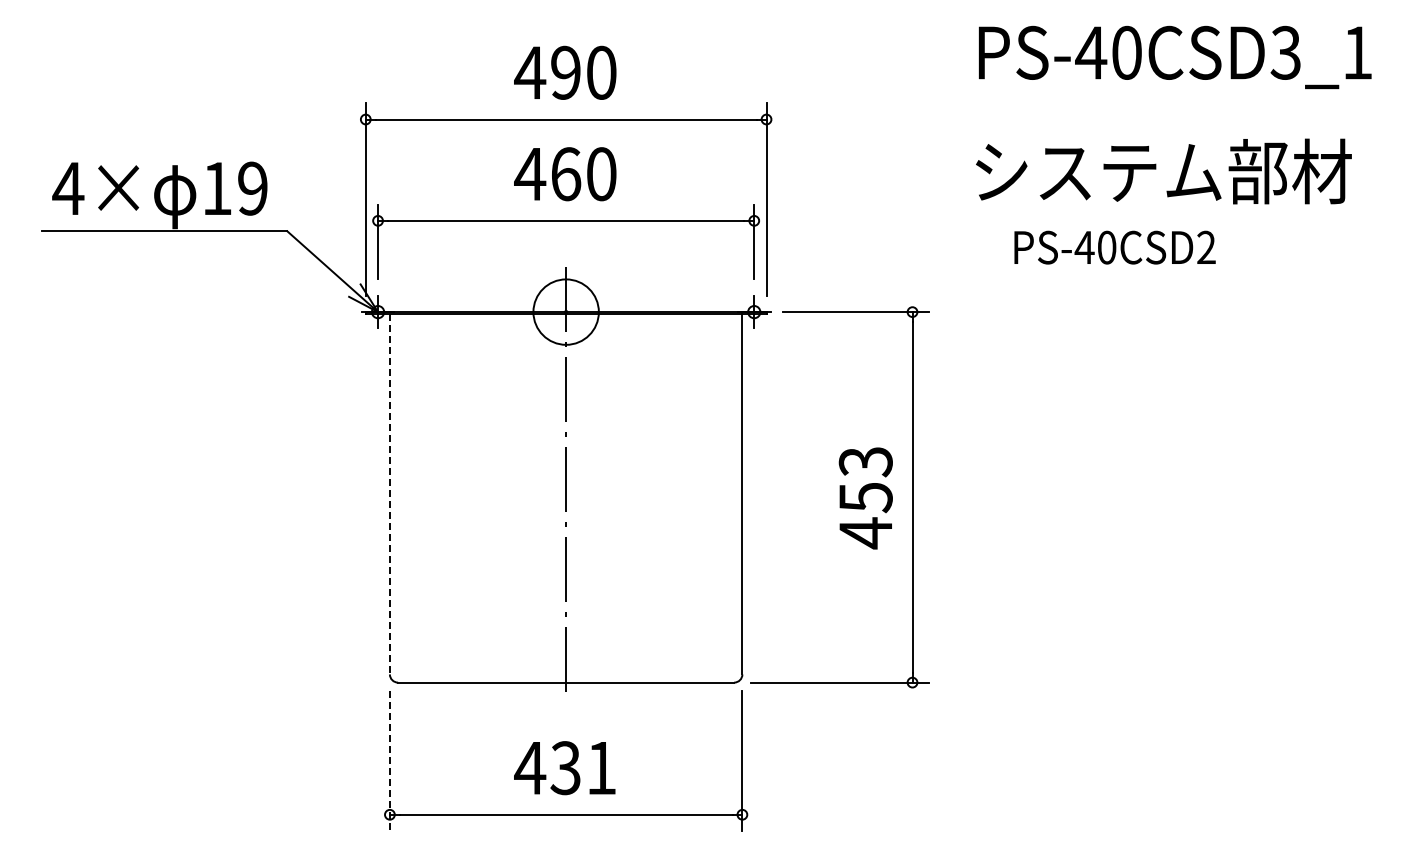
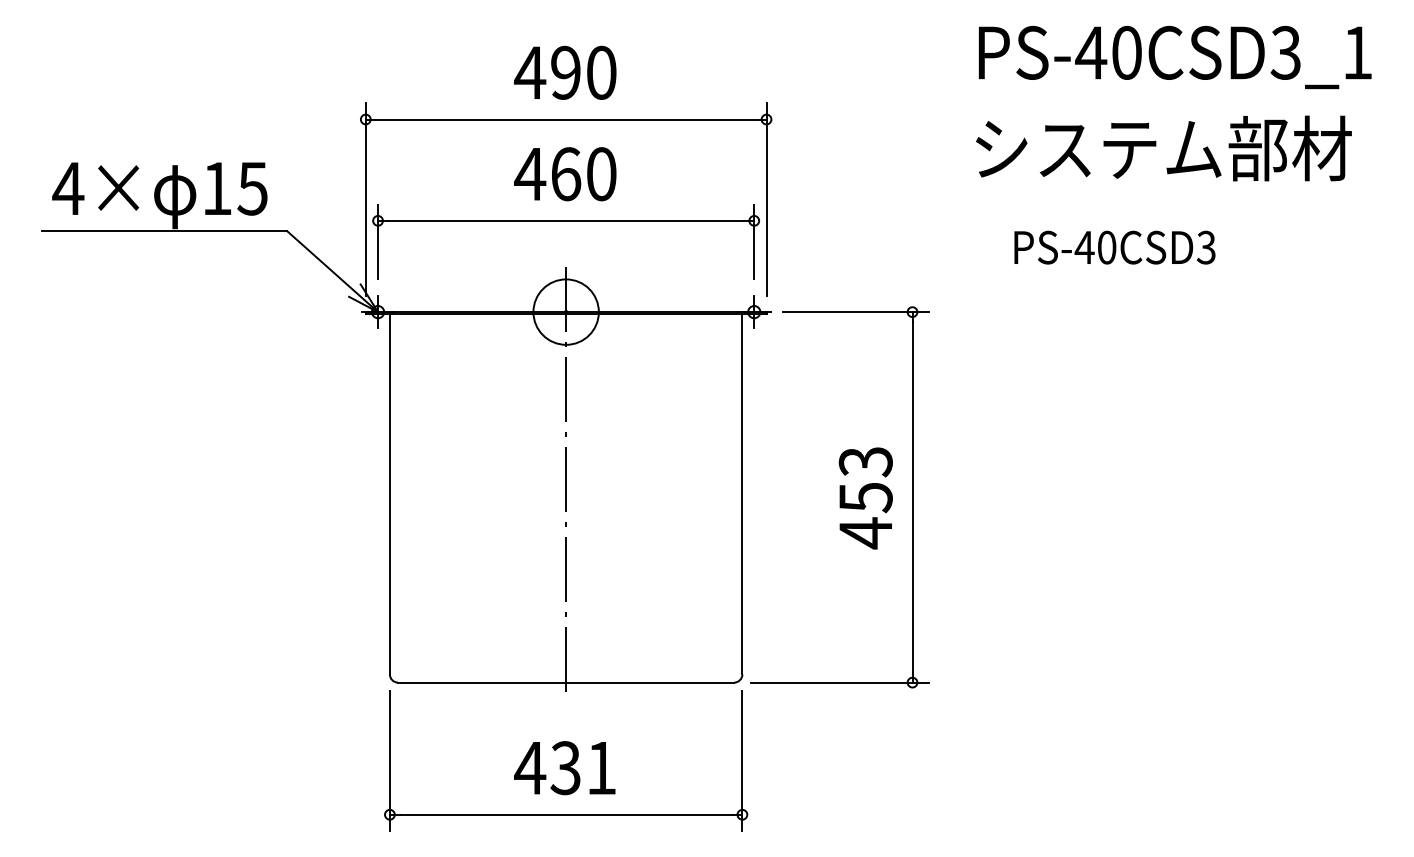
text at (1163, 171) position: (1163, 171) -> (1163, 148)
text at (252, 188): 19 -> 15
text at (1206, 247): PS-40CSD2 -> PS-40CSD3
line at (389, 494): dashed -> solid
line at (389, 761): dashed -> solid
